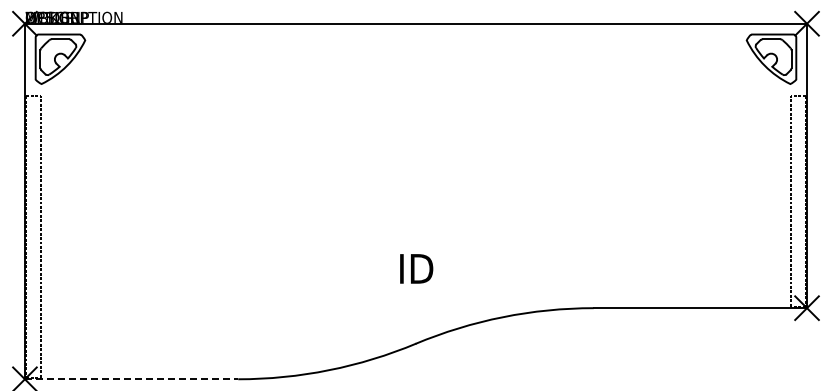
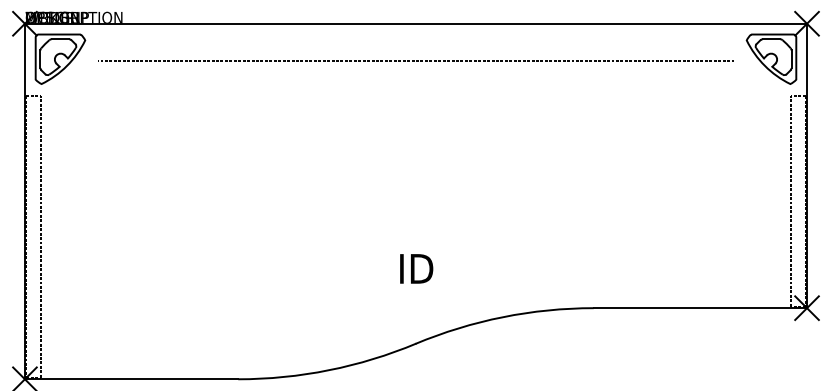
line at (415, 60): none -> present
line at (131, 379): dashed -> solid
